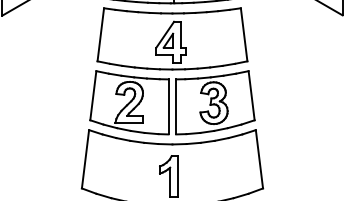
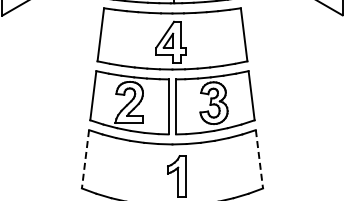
line at (85, 159): solid -> dashed
line at (259, 159): solid -> dashed
part at (168, 176) position: (168, 176) -> (176, 176)
